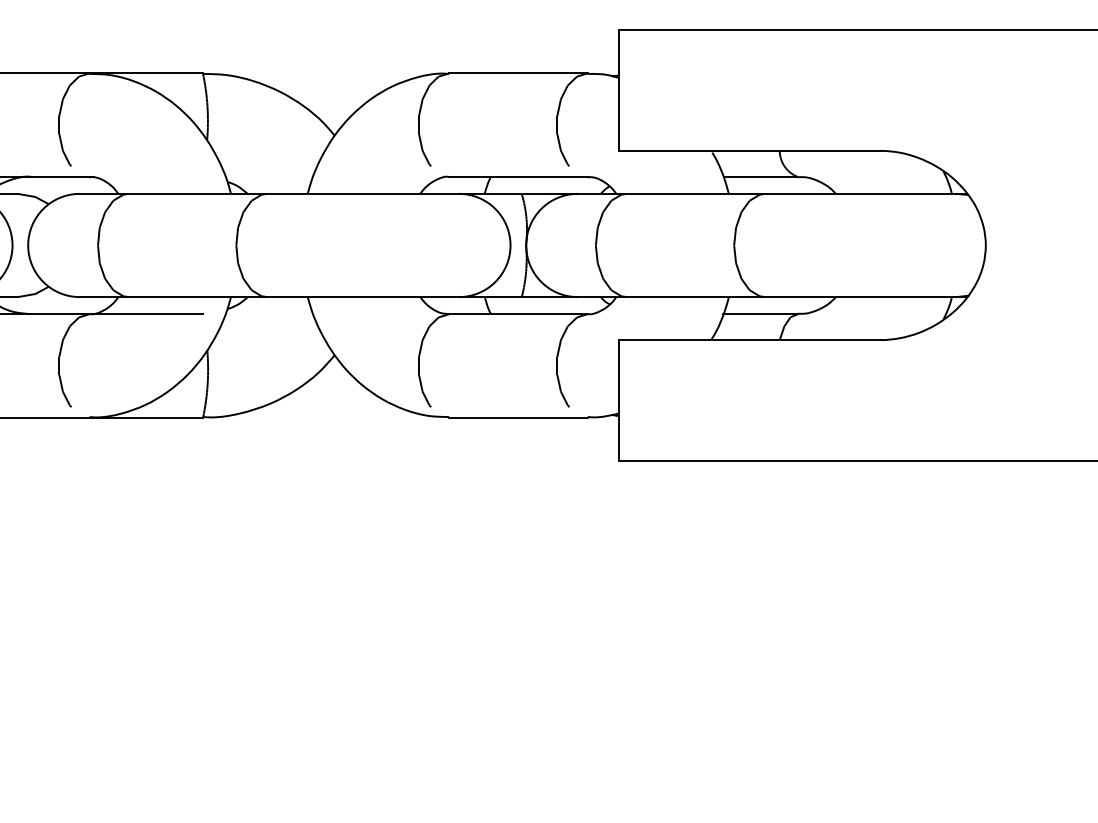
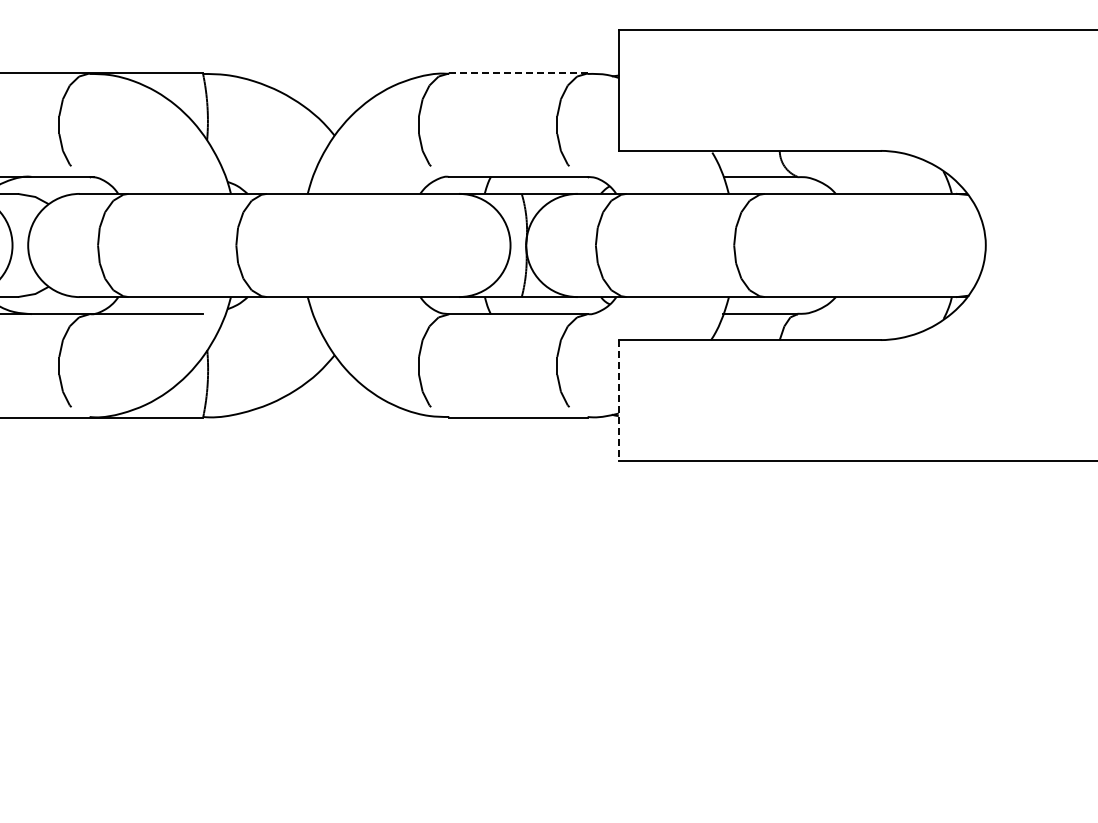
line at (517, 73): solid -> dashed
line at (618, 400): solid -> dashed
